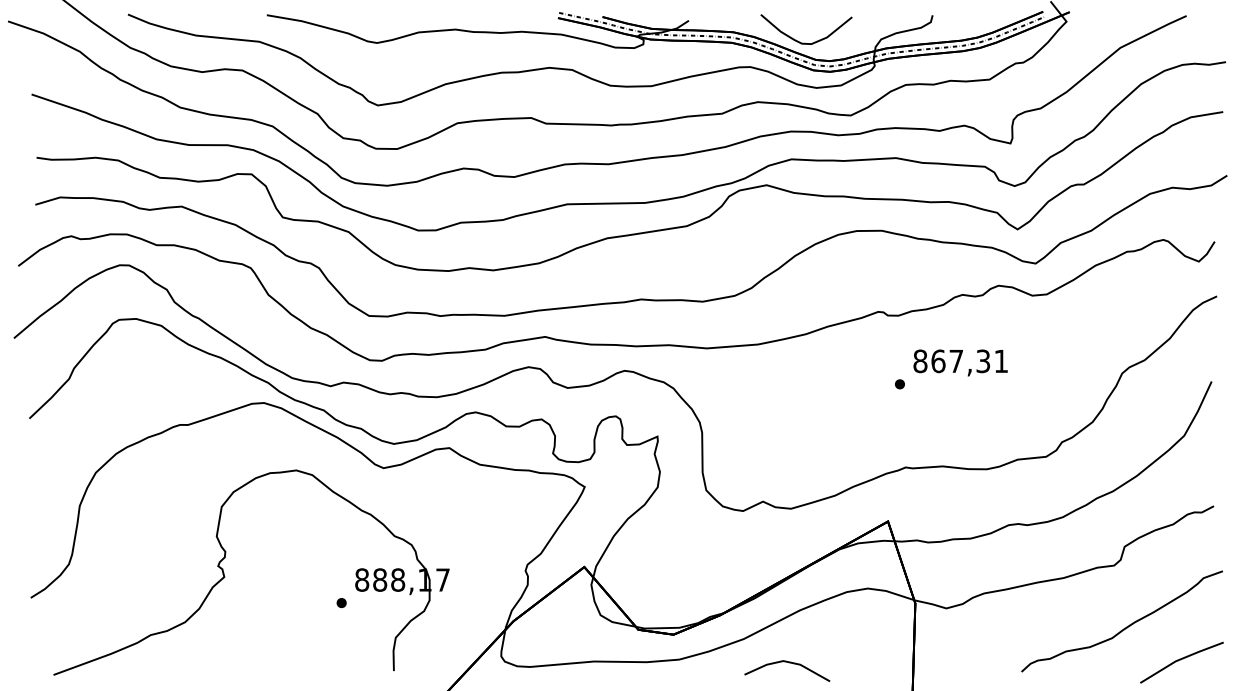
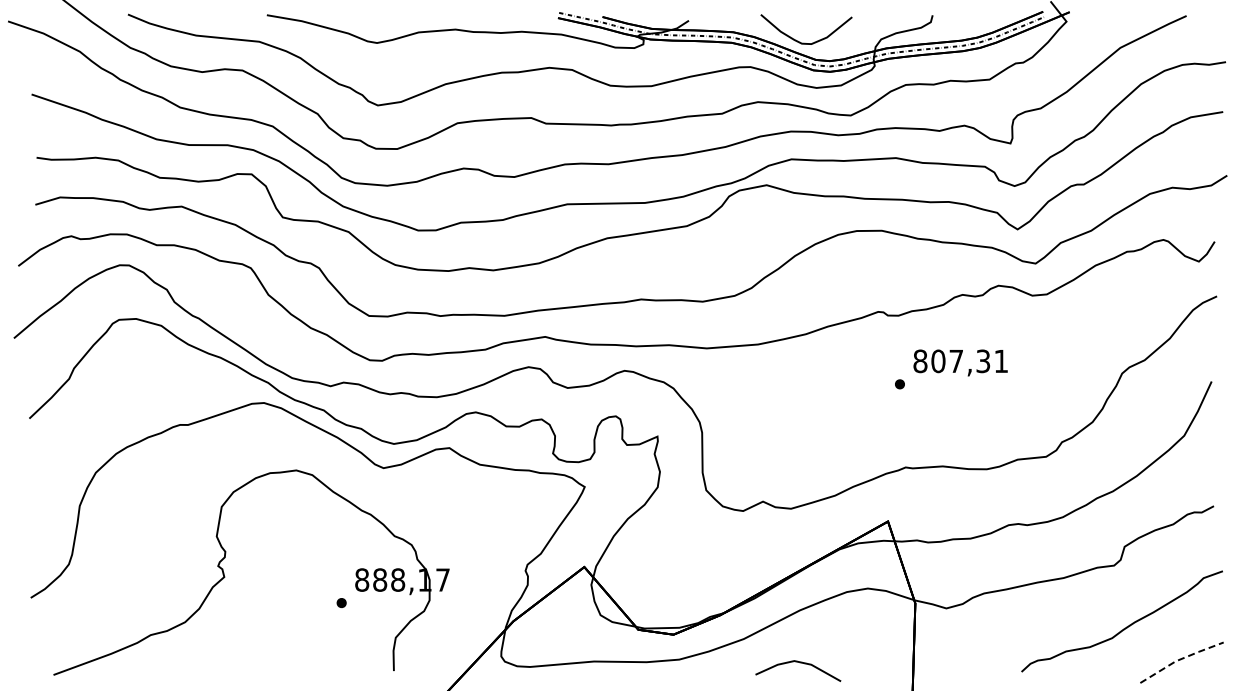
text at (938, 360): 867,31 -> 807,31
line at (1181, 659): solid -> dashed
line at (788, 663) position: (788, 663) -> (799, 663)
